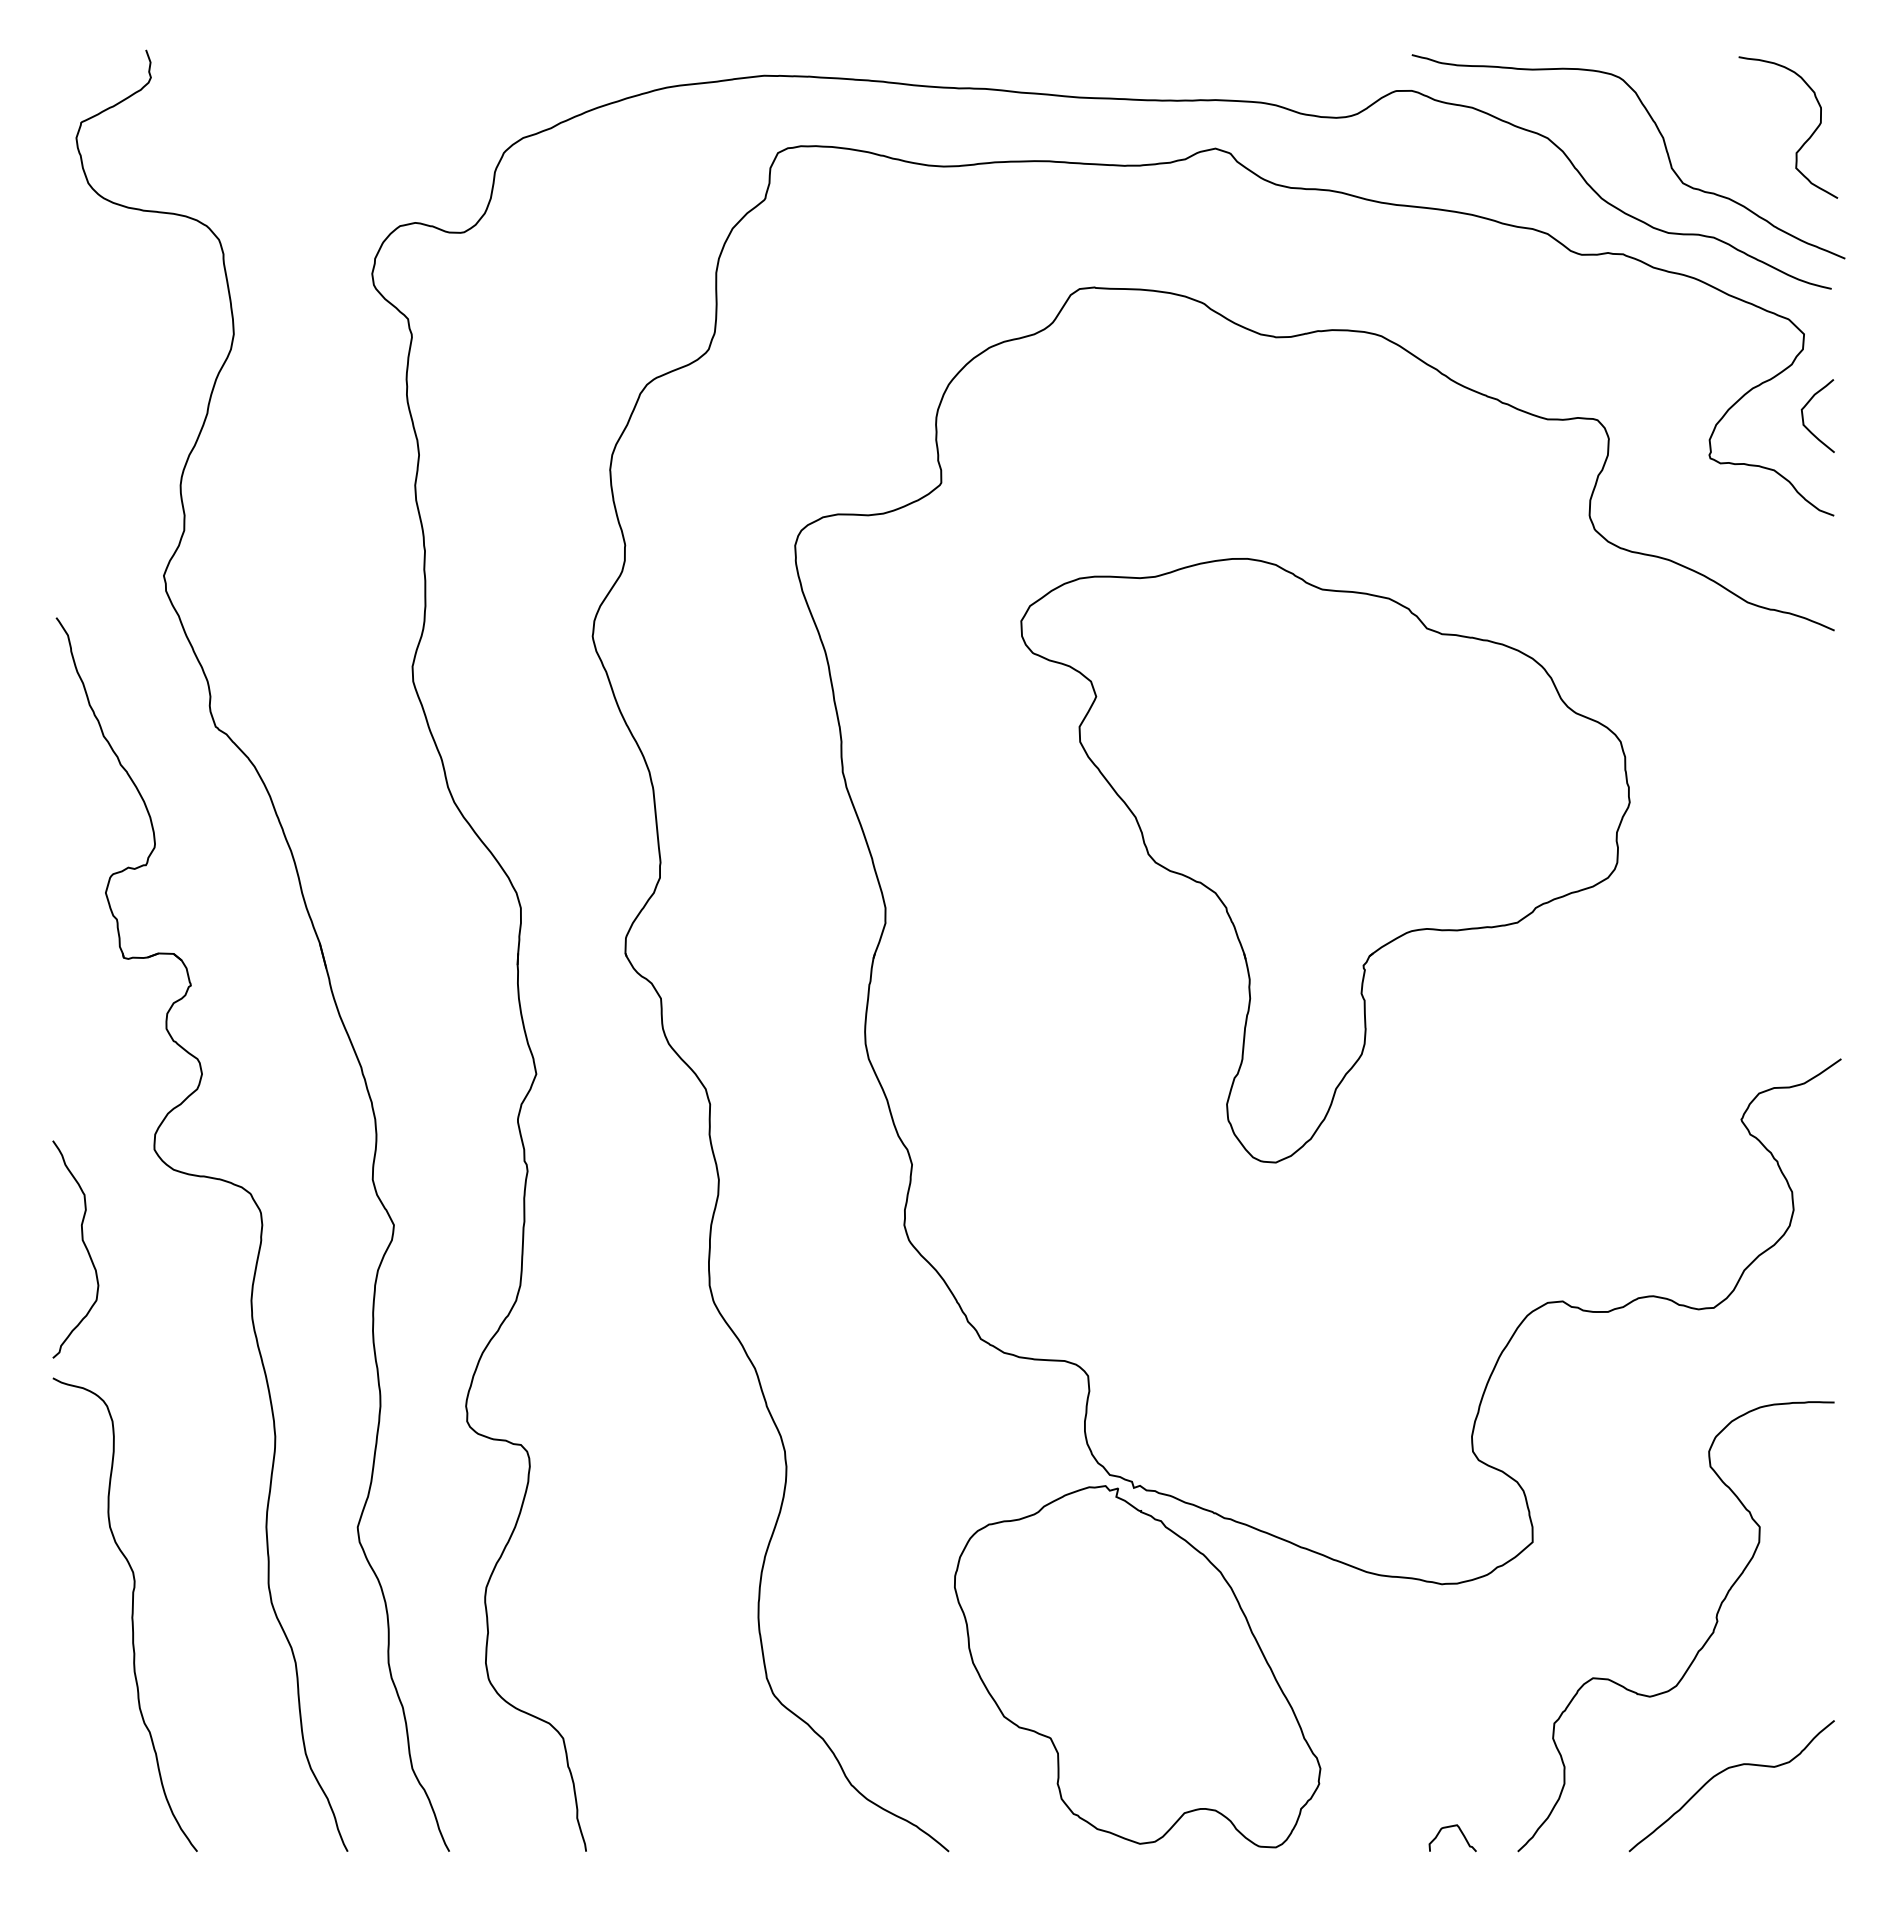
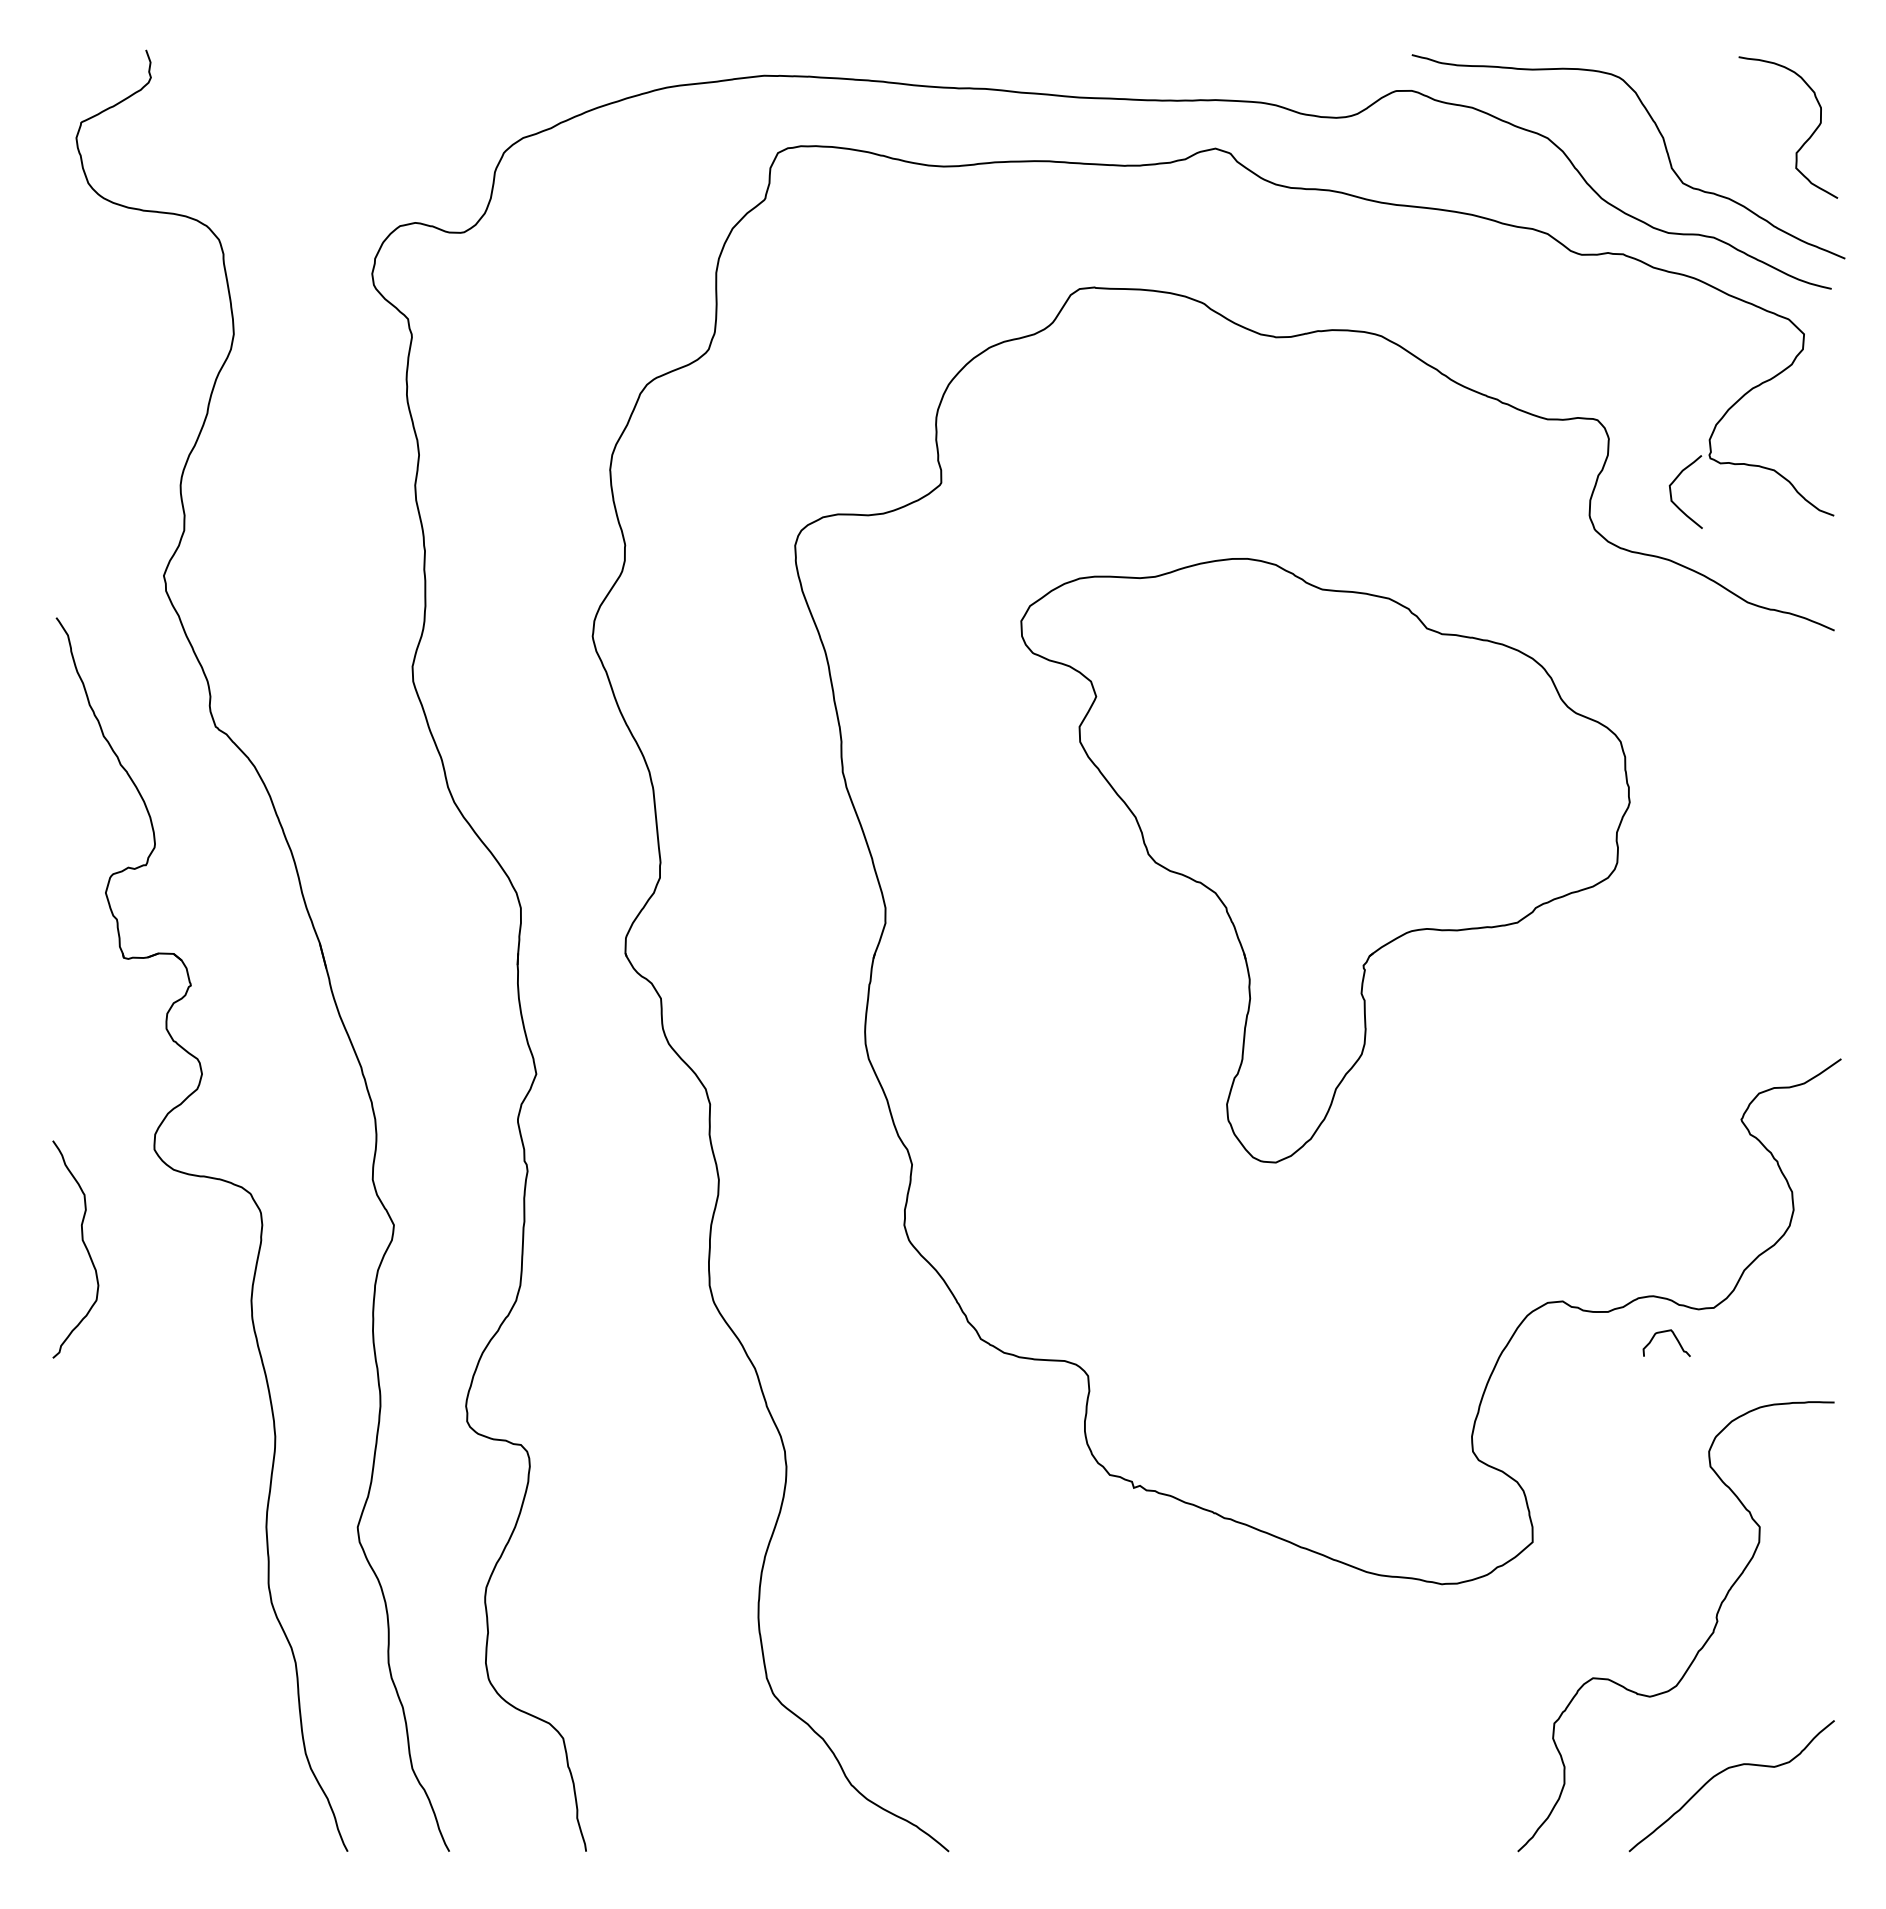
curve at (1803, 415) position: (1803, 415) -> (1671, 491)
curve at (131, 1614): present -> none
part at (1137, 1666): present -> none
curve at (1460, 1832) position: (1460, 1832) -> (1674, 1337)
